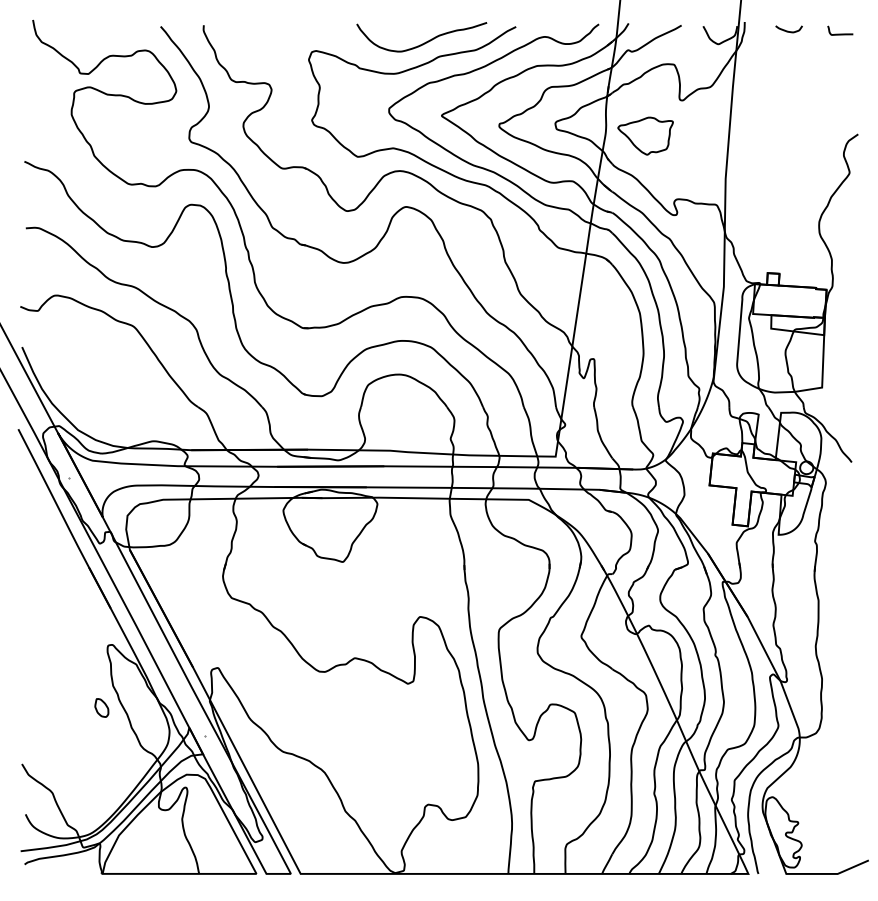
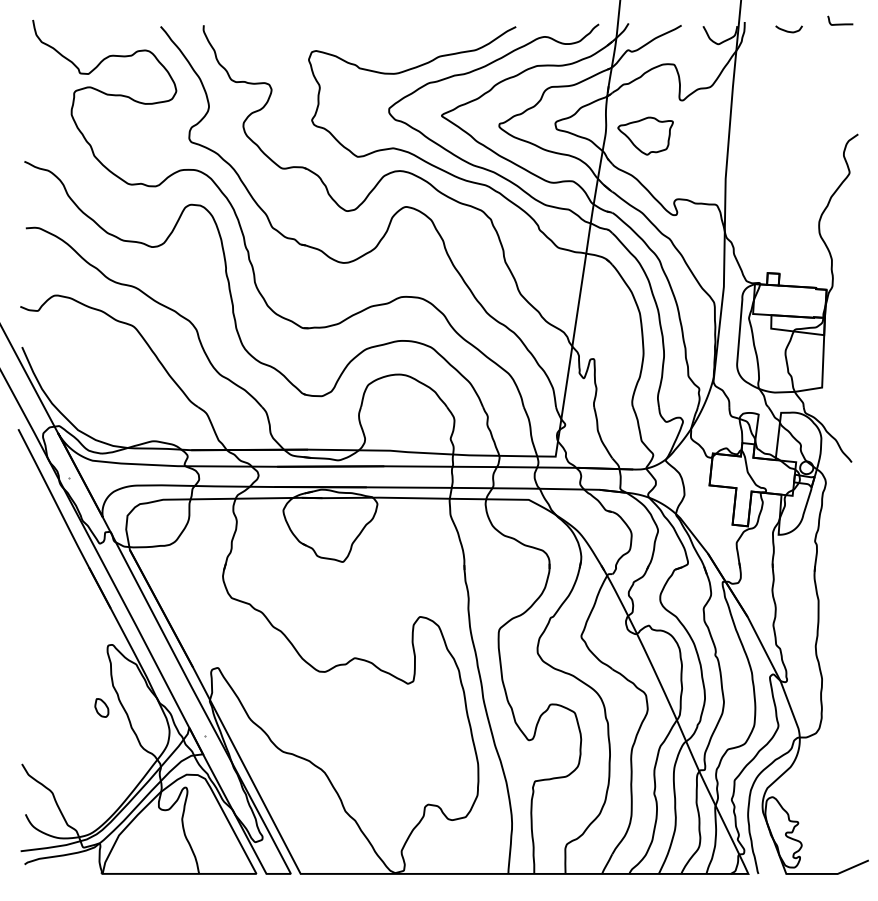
curve at (840, 33) position: (840, 33) -> (840, 23)
curve at (424, 42): present -> none
